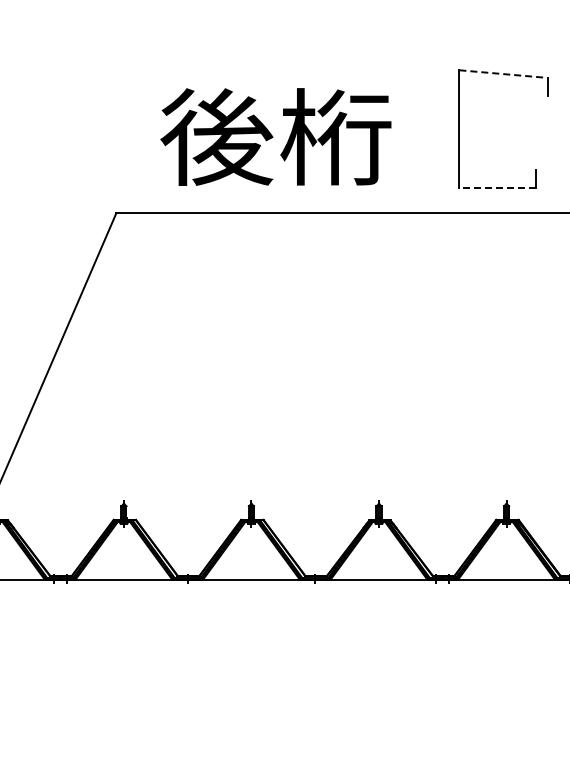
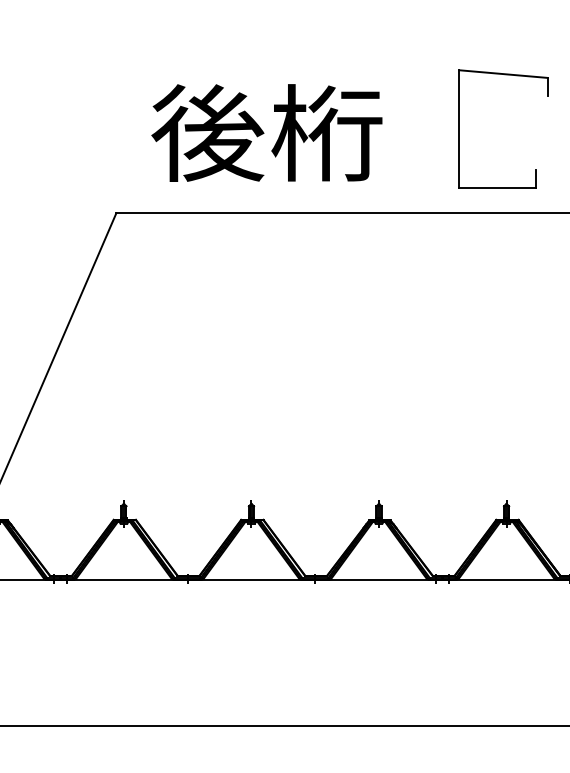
line at (504, 74): dashed -> solid
text at (275, 136) position: (275, 136) -> (266, 132)
line at (497, 187): dashed -> solid
line at (284, 726): none -> present
